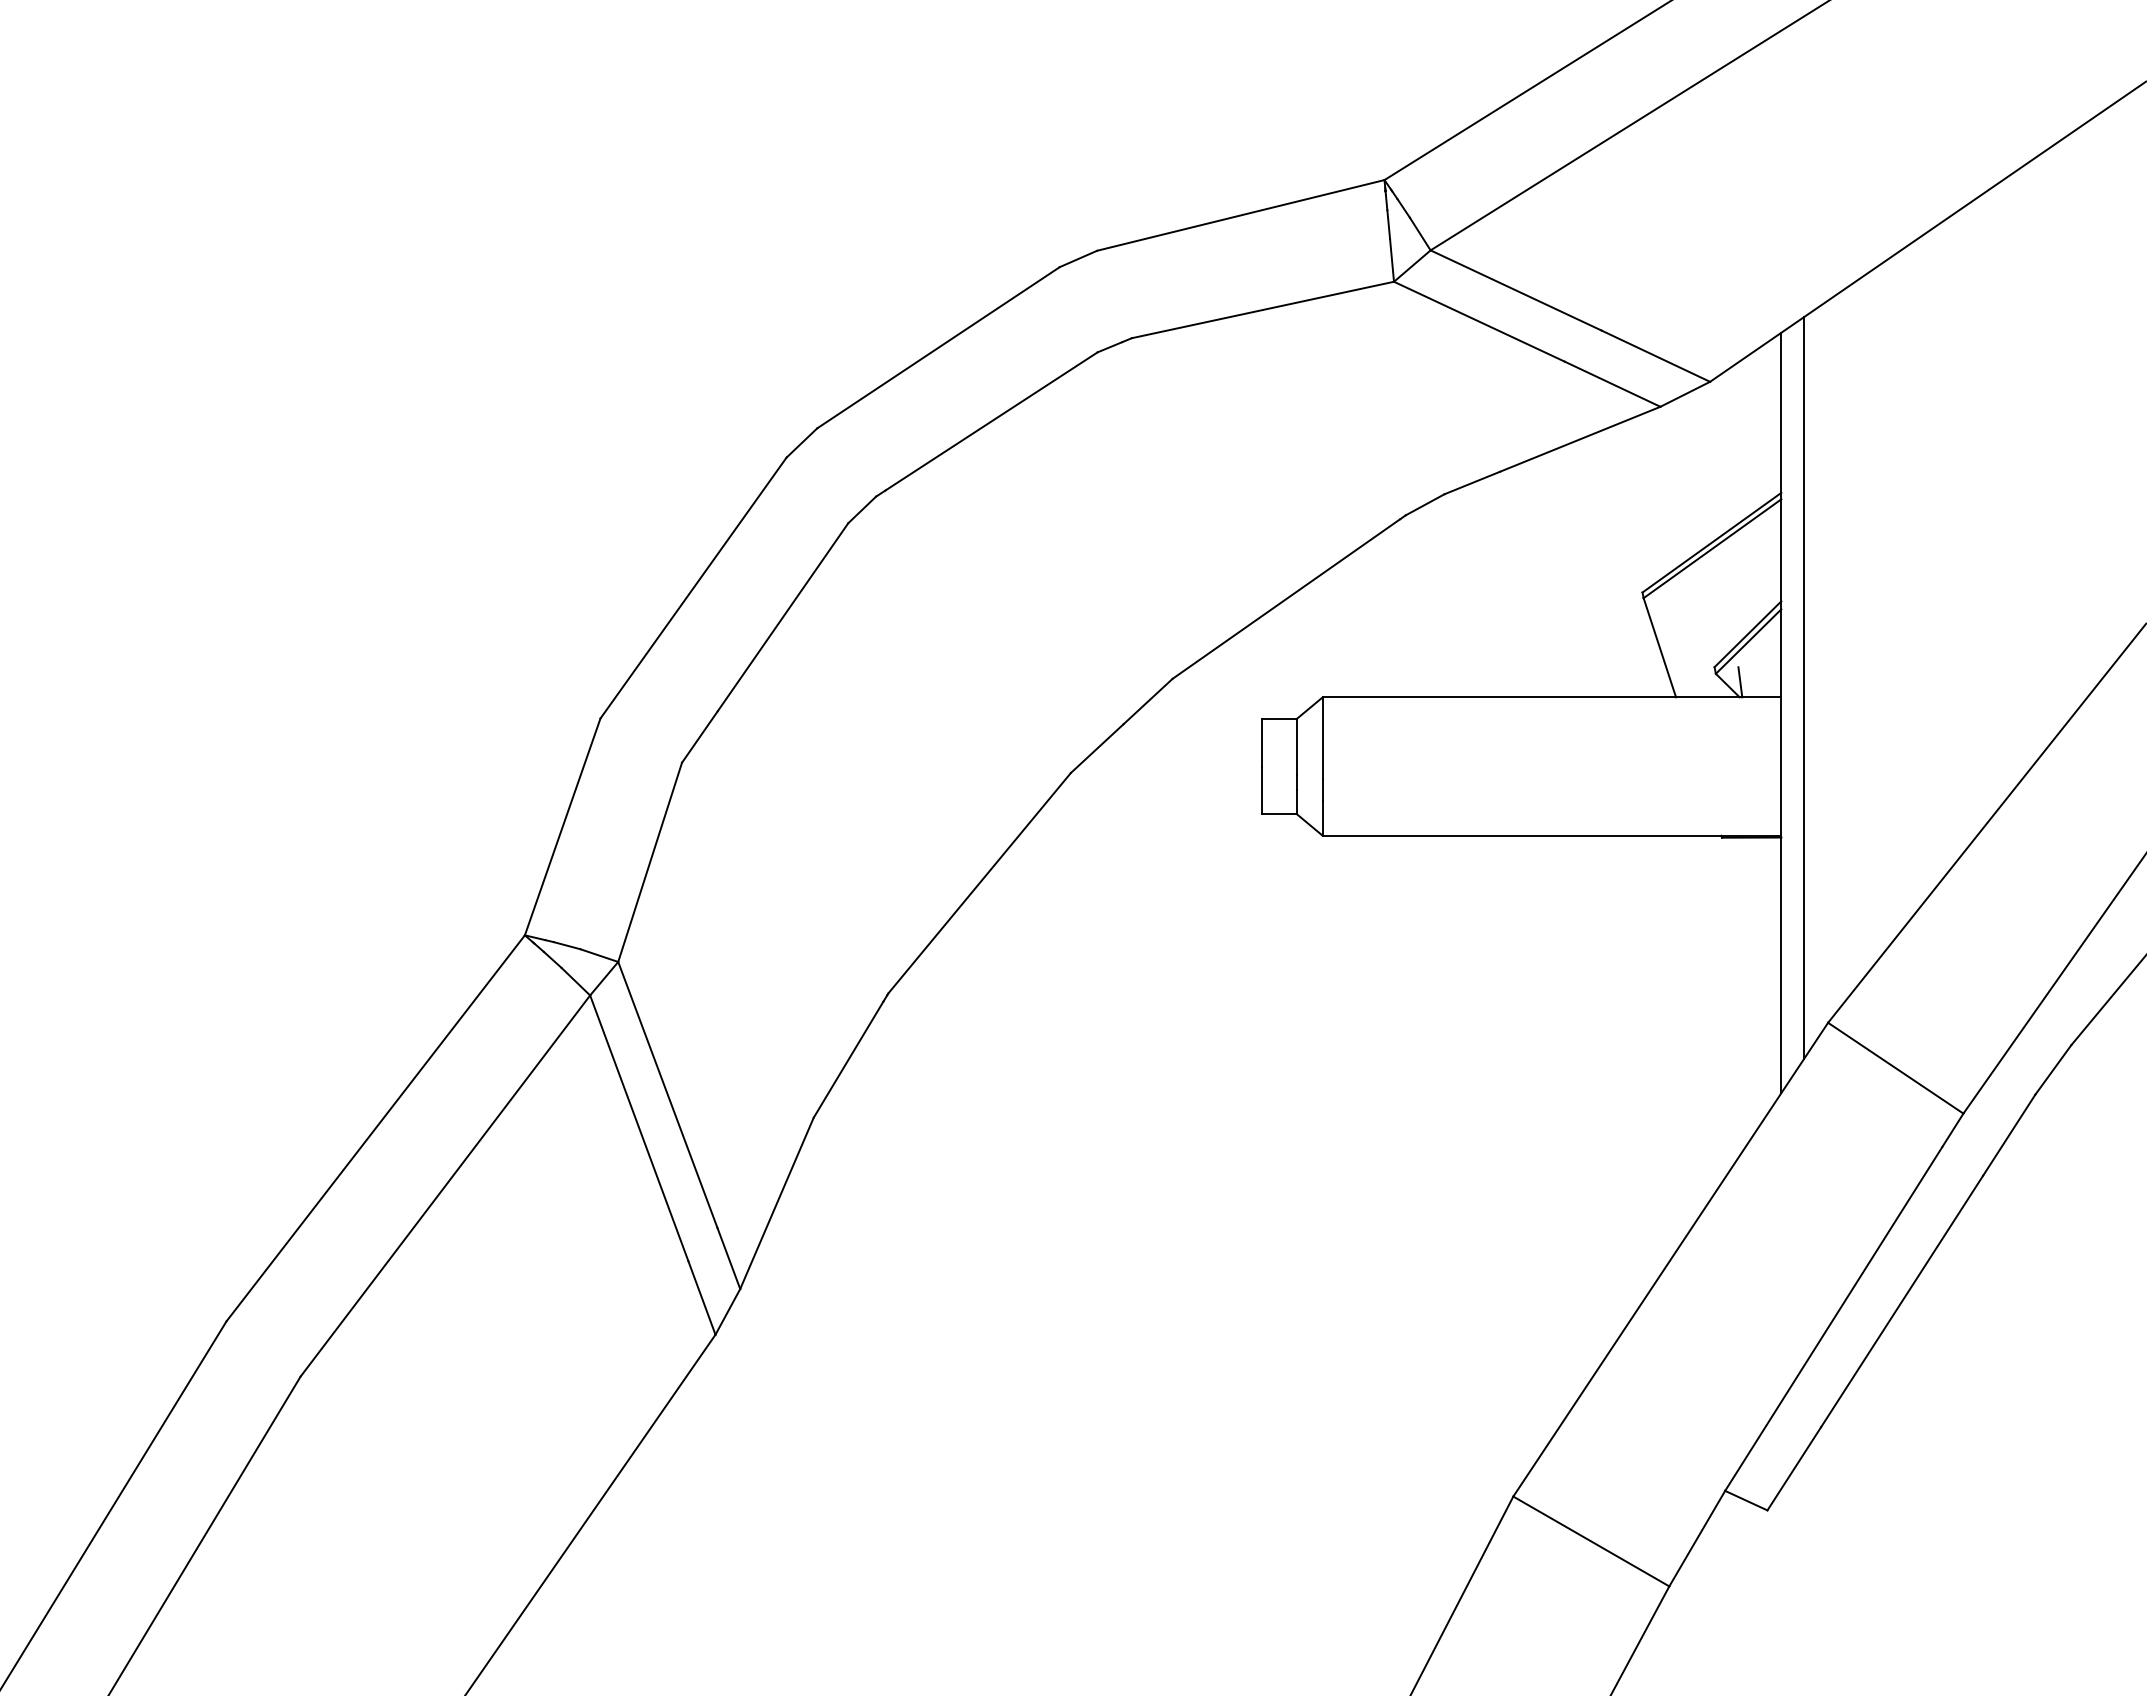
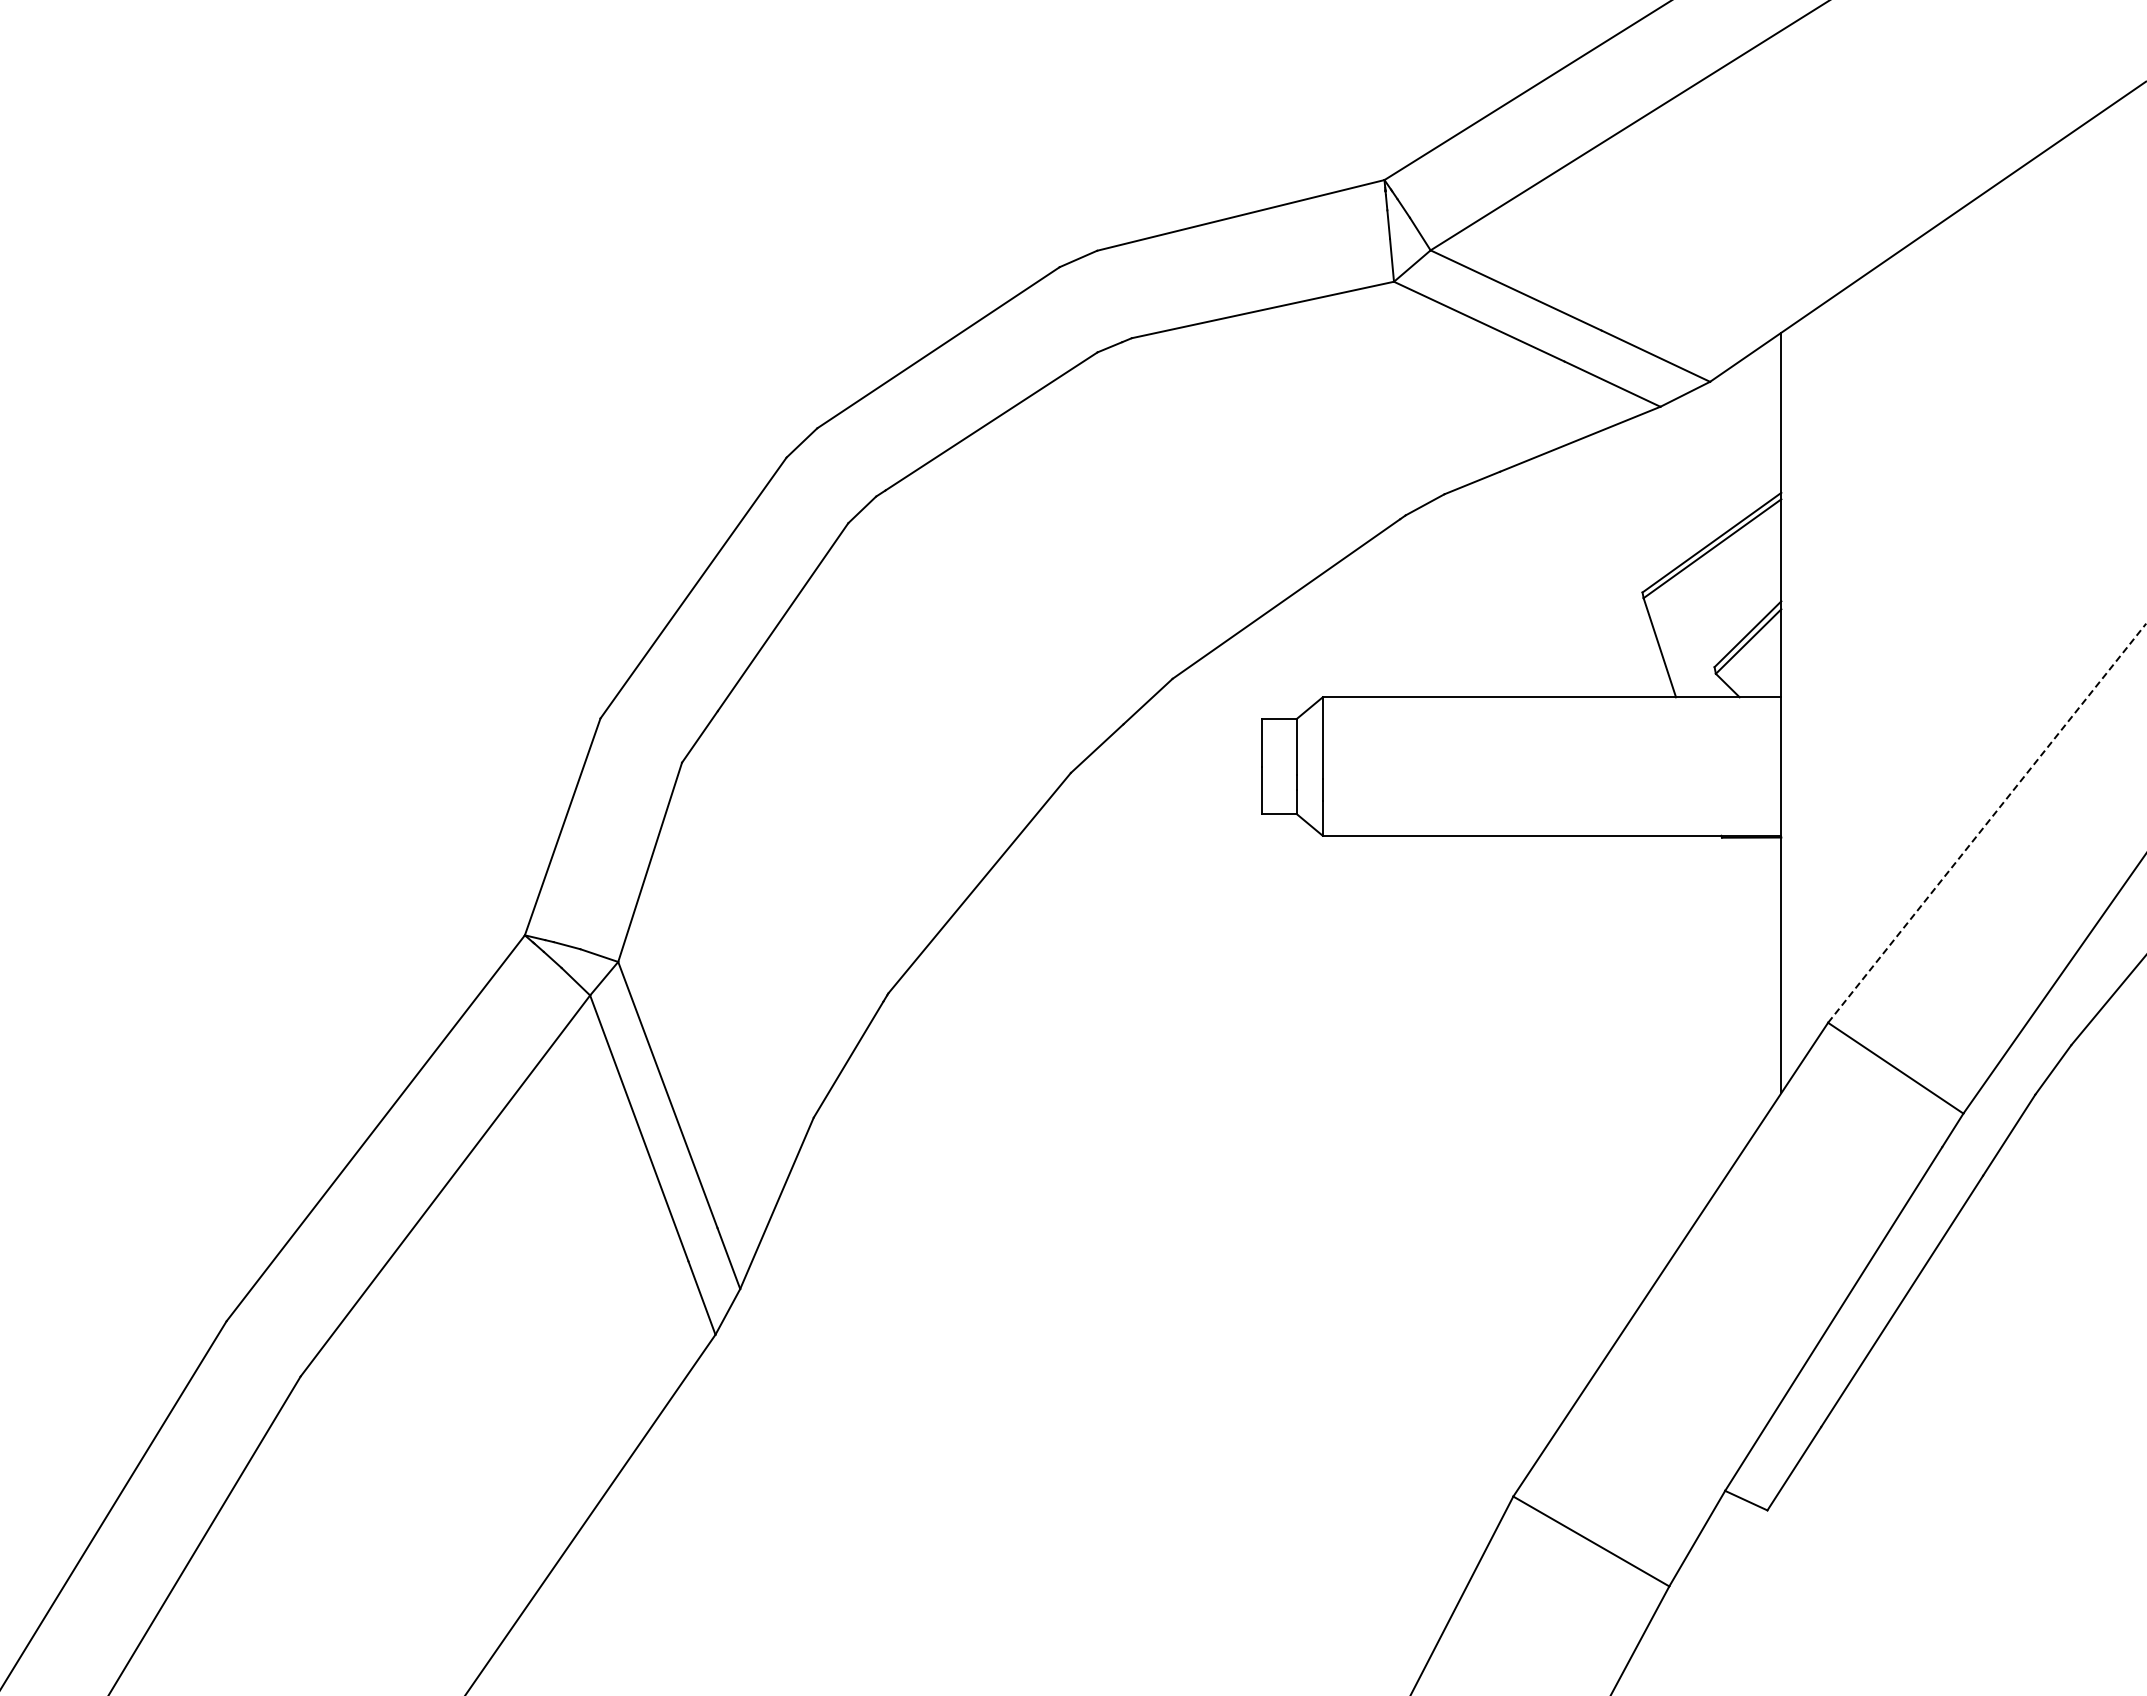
line at (1740, 682): present -> none
line at (1804, 688): present -> none
line at (1987, 822): solid -> dashed
